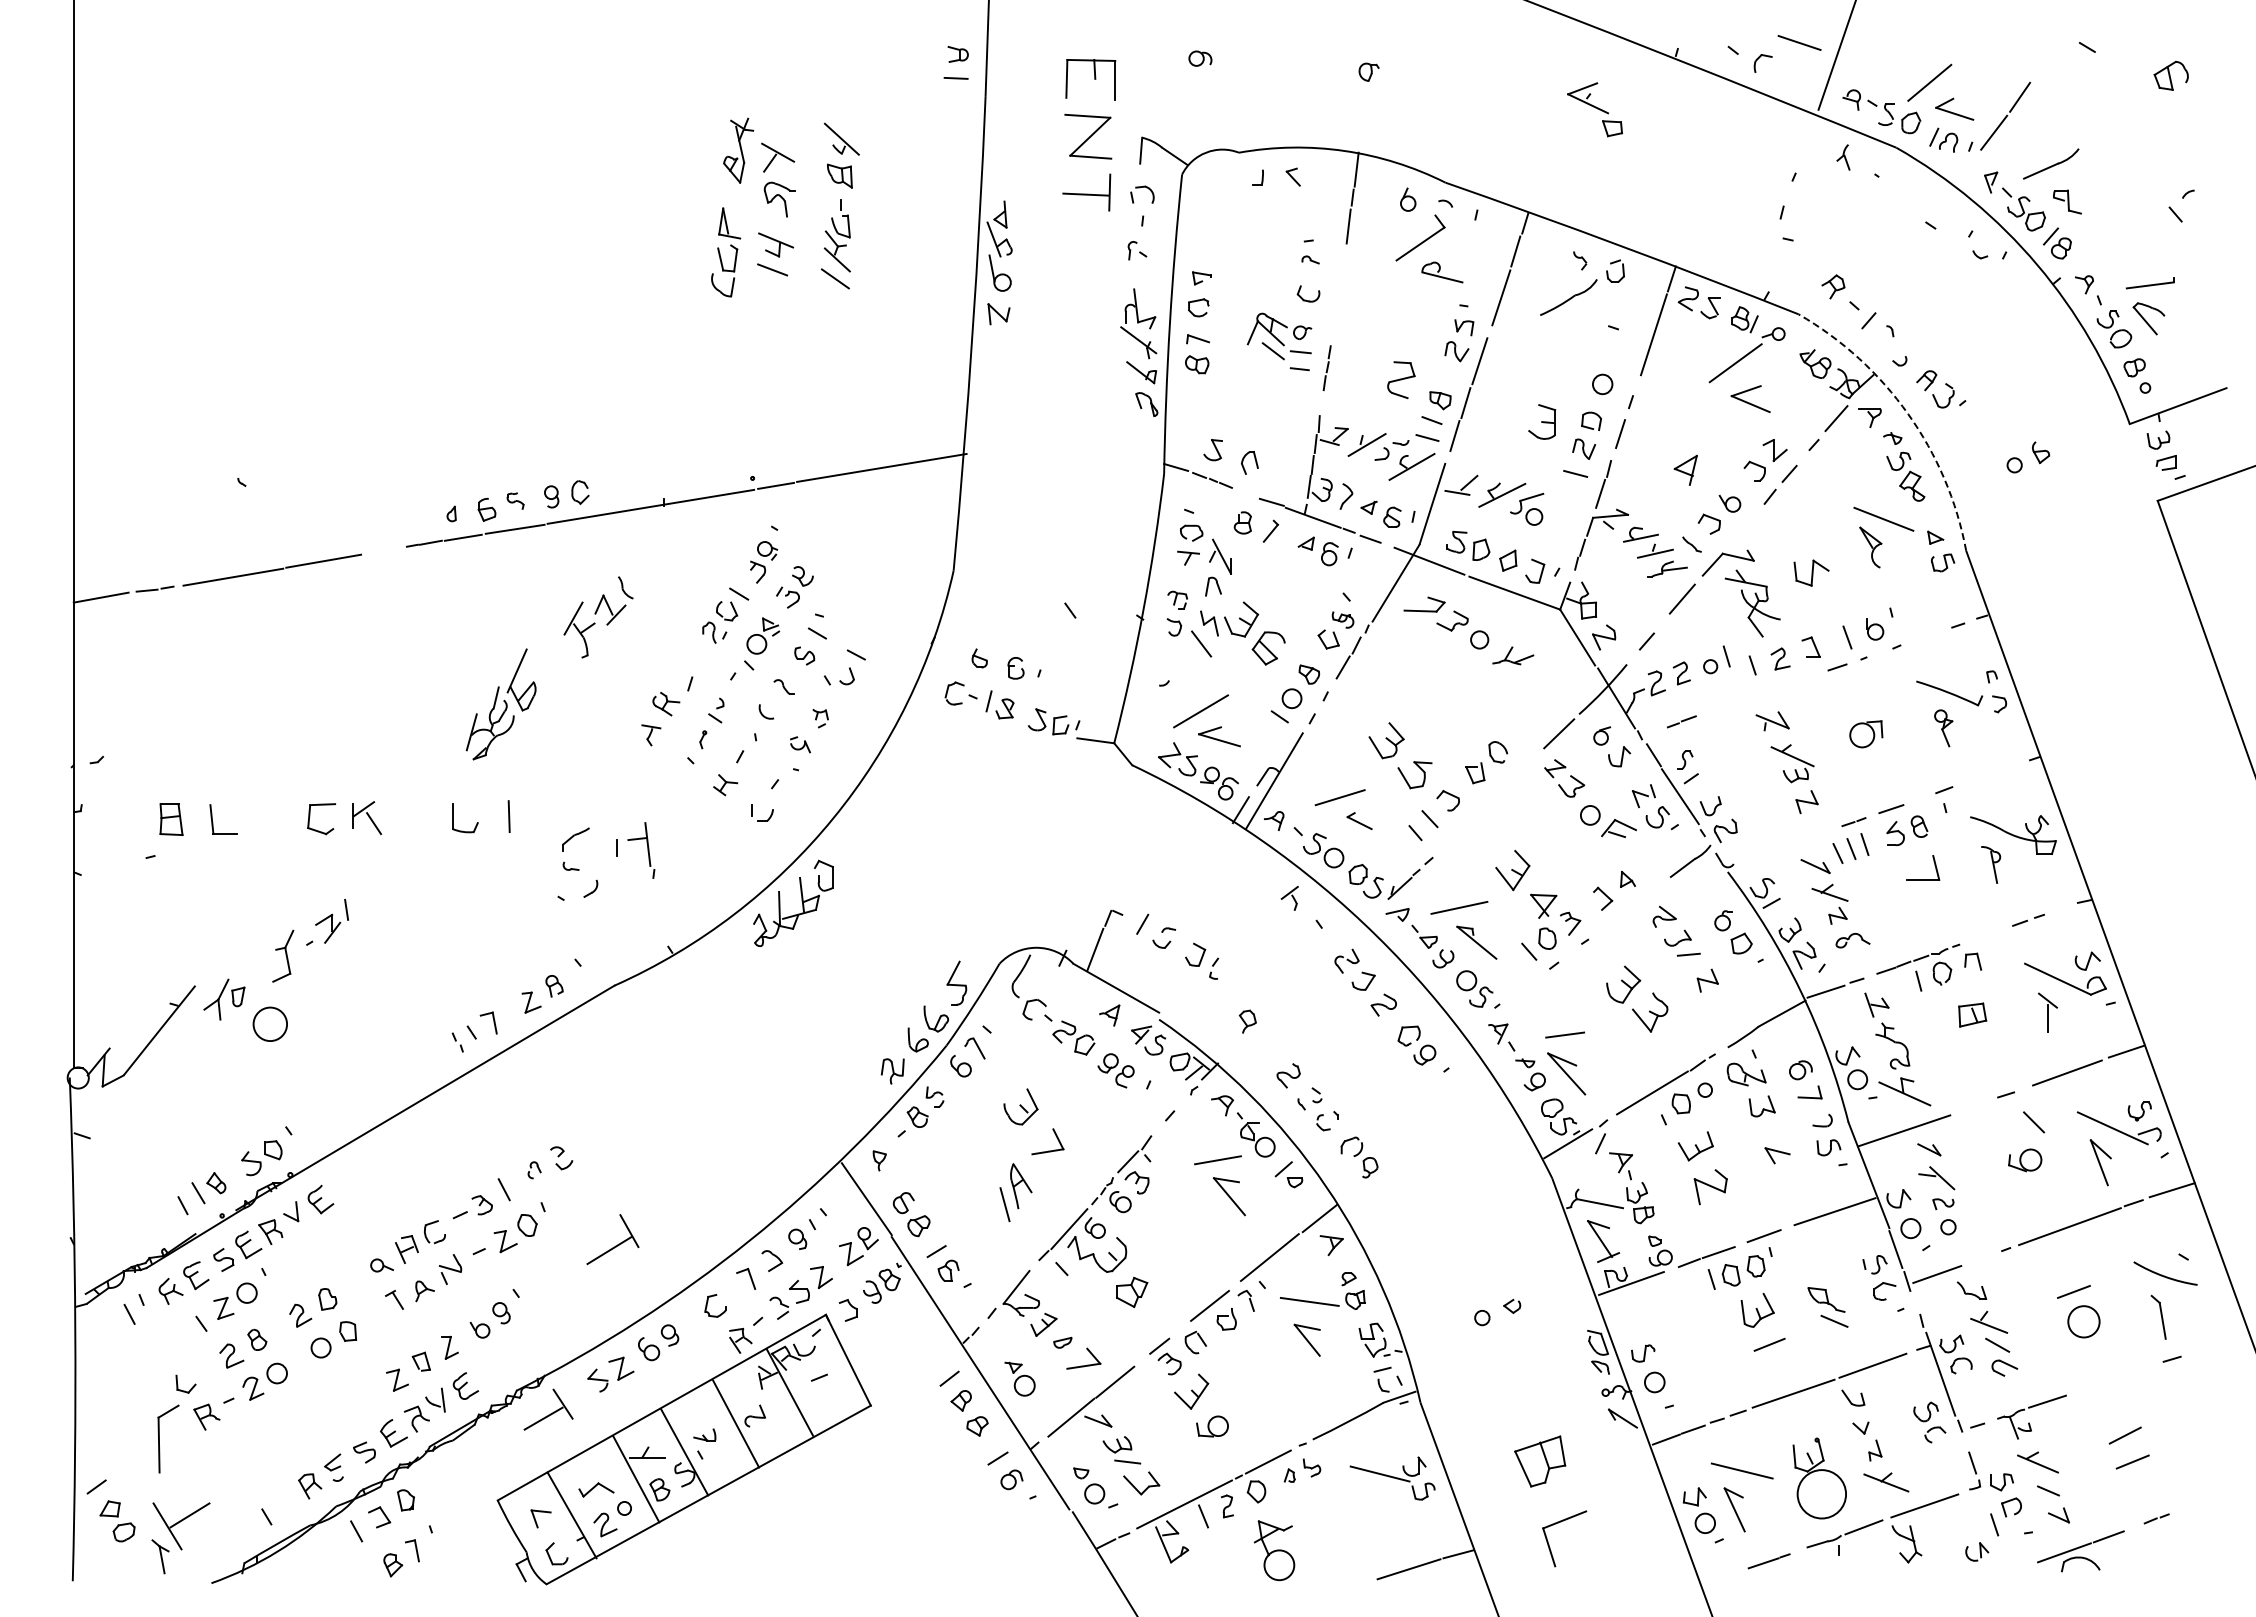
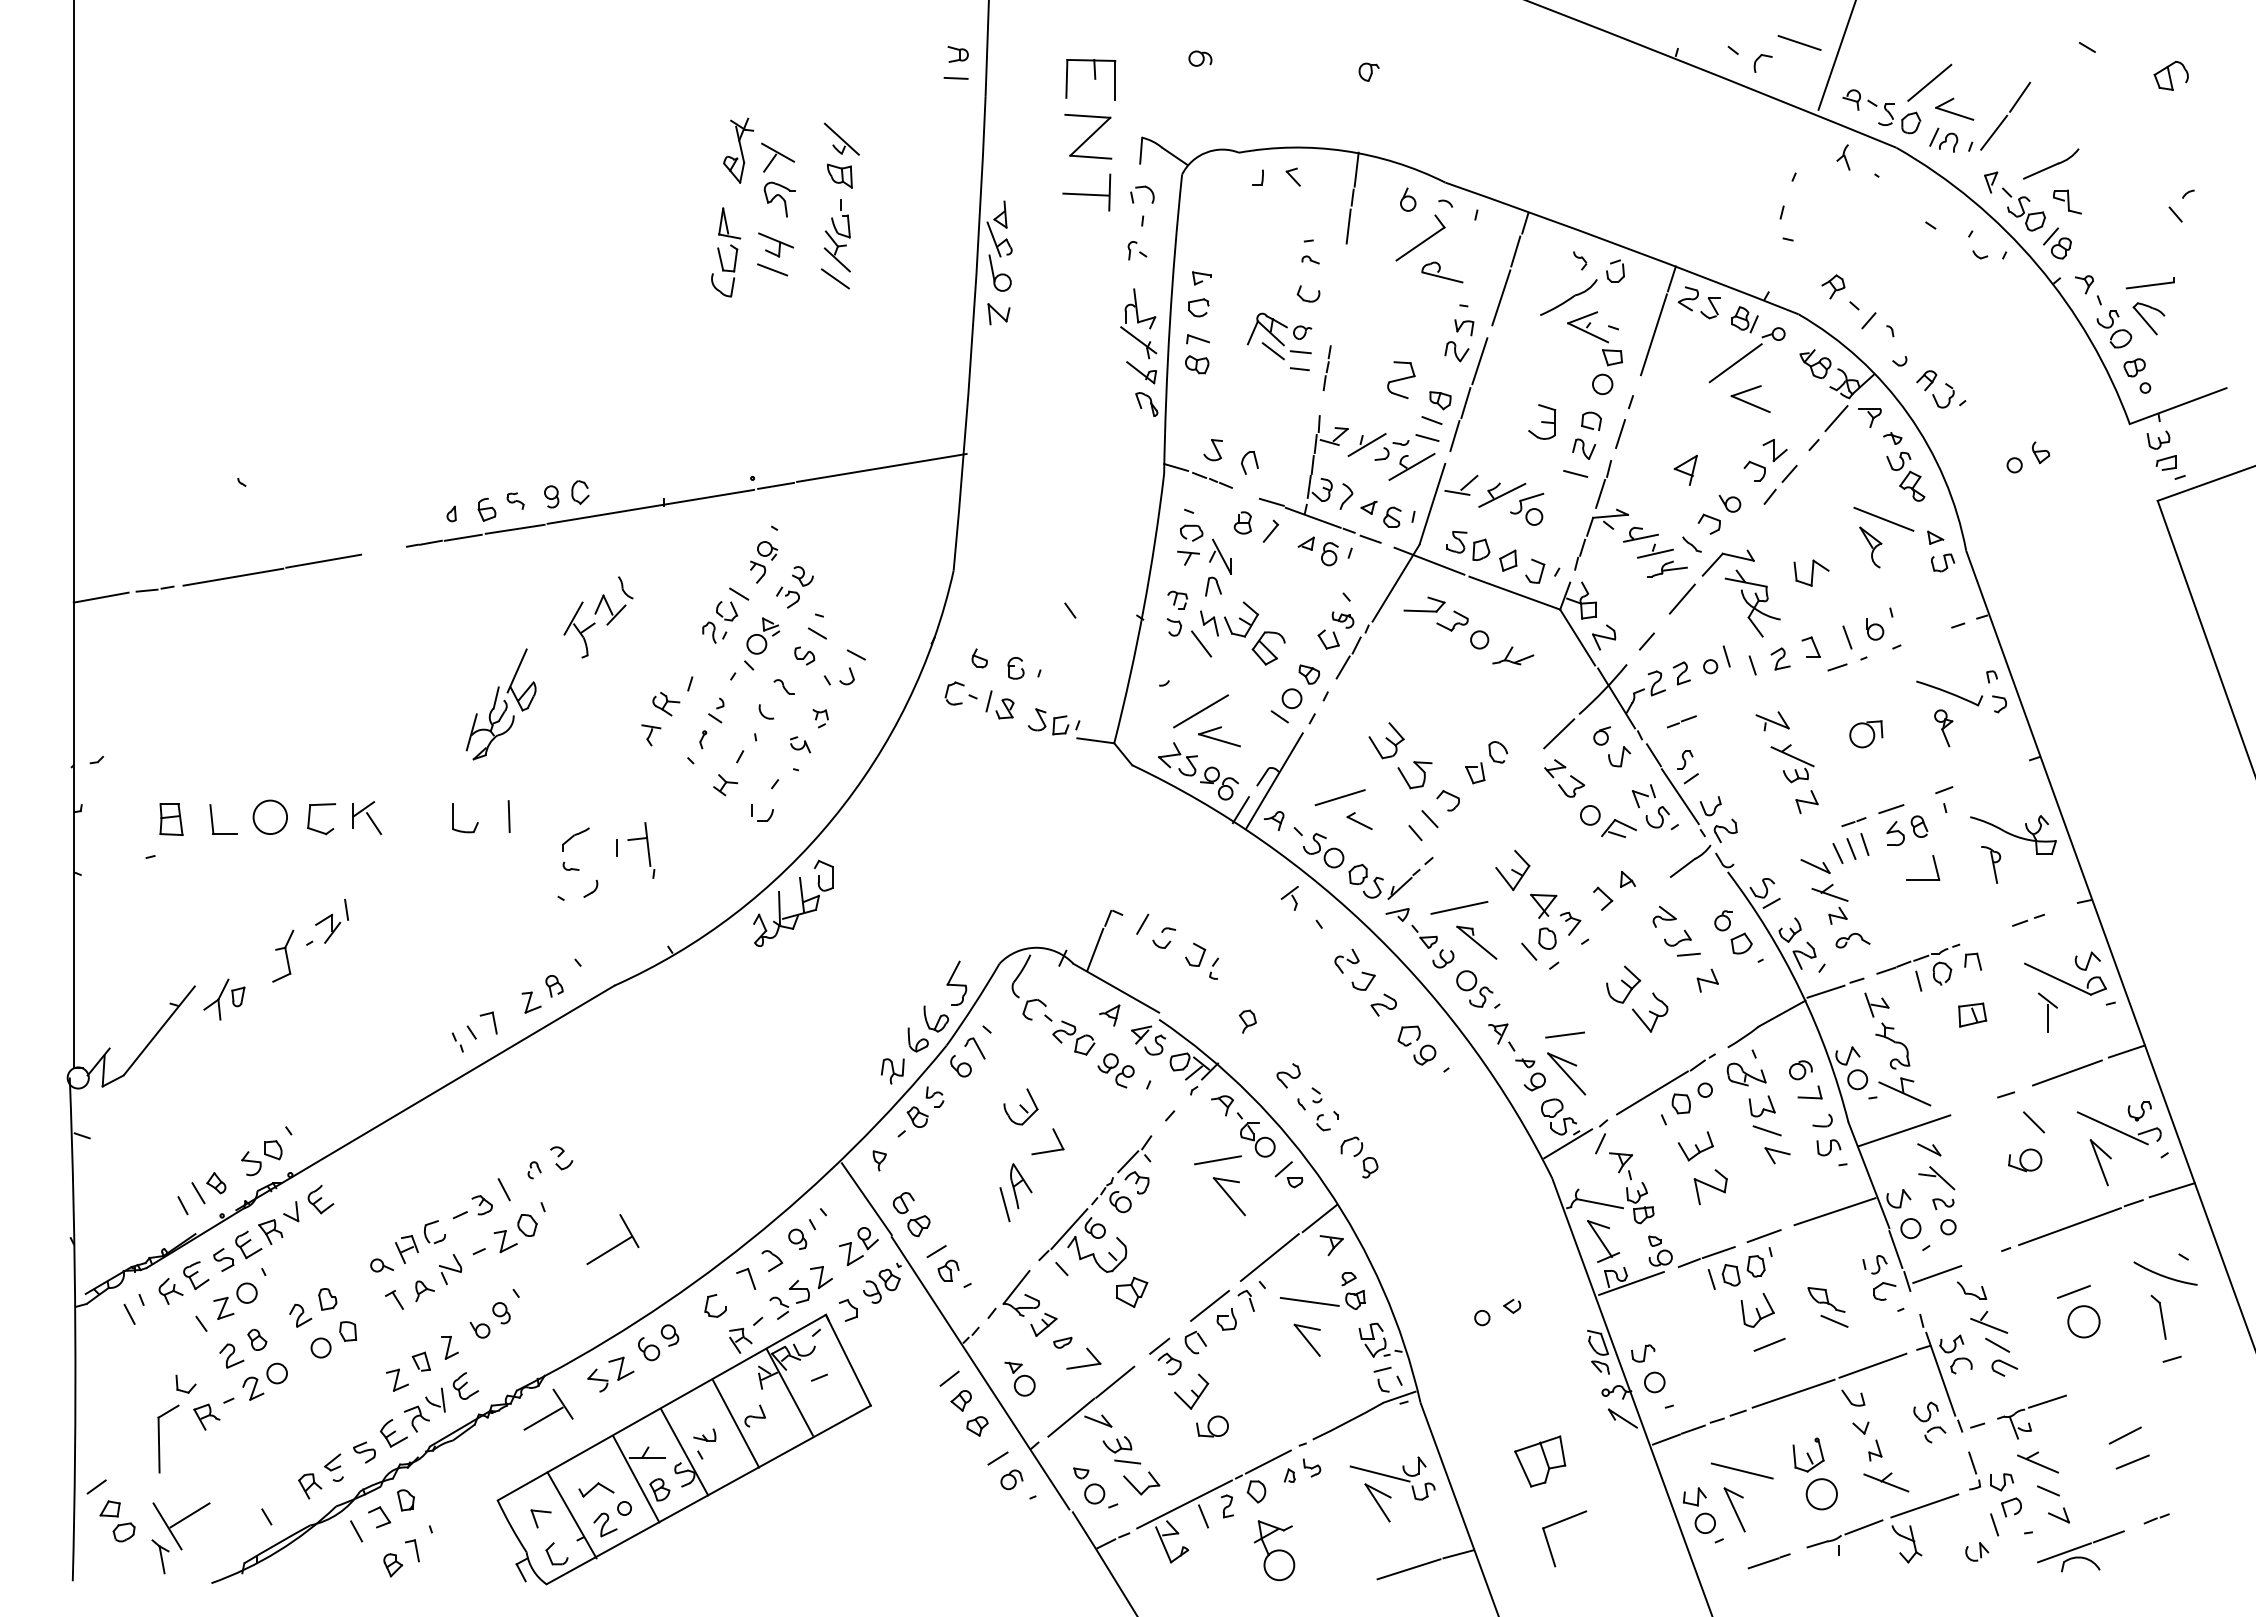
part at (1594, 109) position: (1594, 109) -> (1594, 338)
arc at (1908, 414): dashed -> solid
circle at (269, 1023) position: (269, 1023) -> (269, 816)
line at (1766, 1130): none -> present
circle at (1821, 1494) diameter: 48 px -> 30 px
part at (1377, 1502): none -> present
